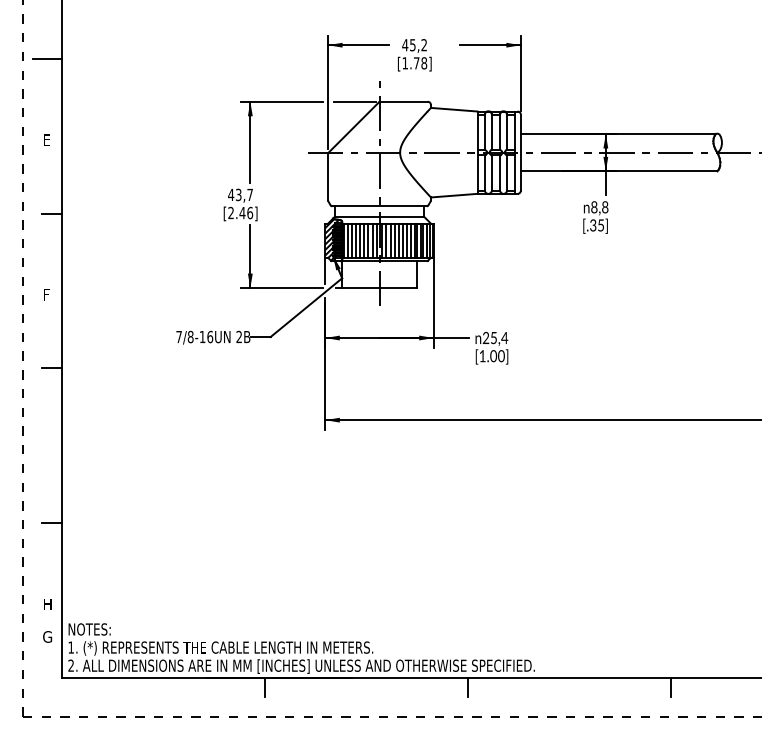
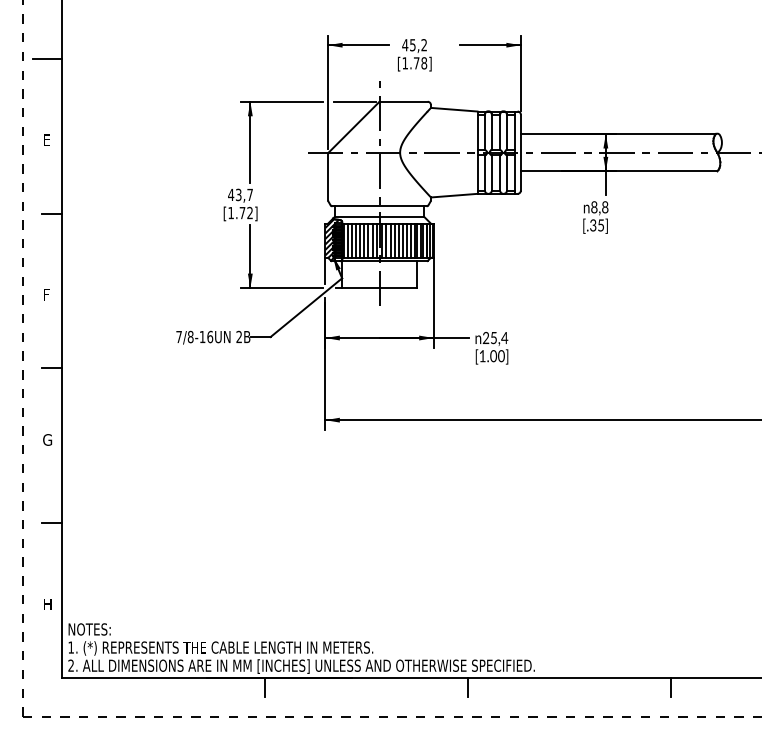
text at (240, 212): [2.46] -> [1.72]
text at (47, 636) position: (47, 636) -> (47, 439)
